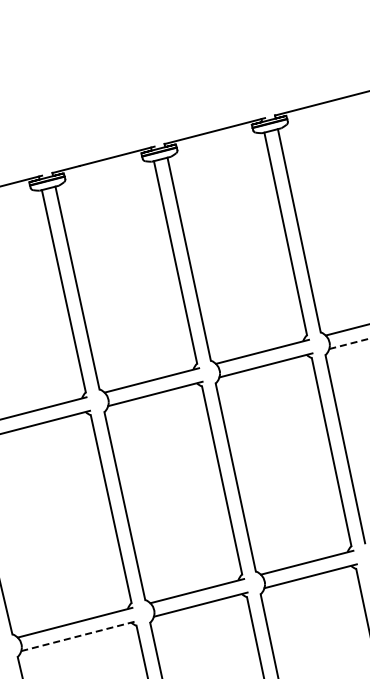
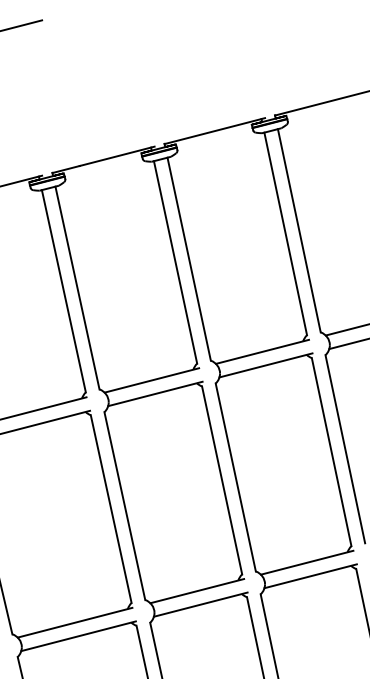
line at (22, 25): none -> present
line at (349, 343): dashed -> solid
line at (79, 636): dashed -> solid
